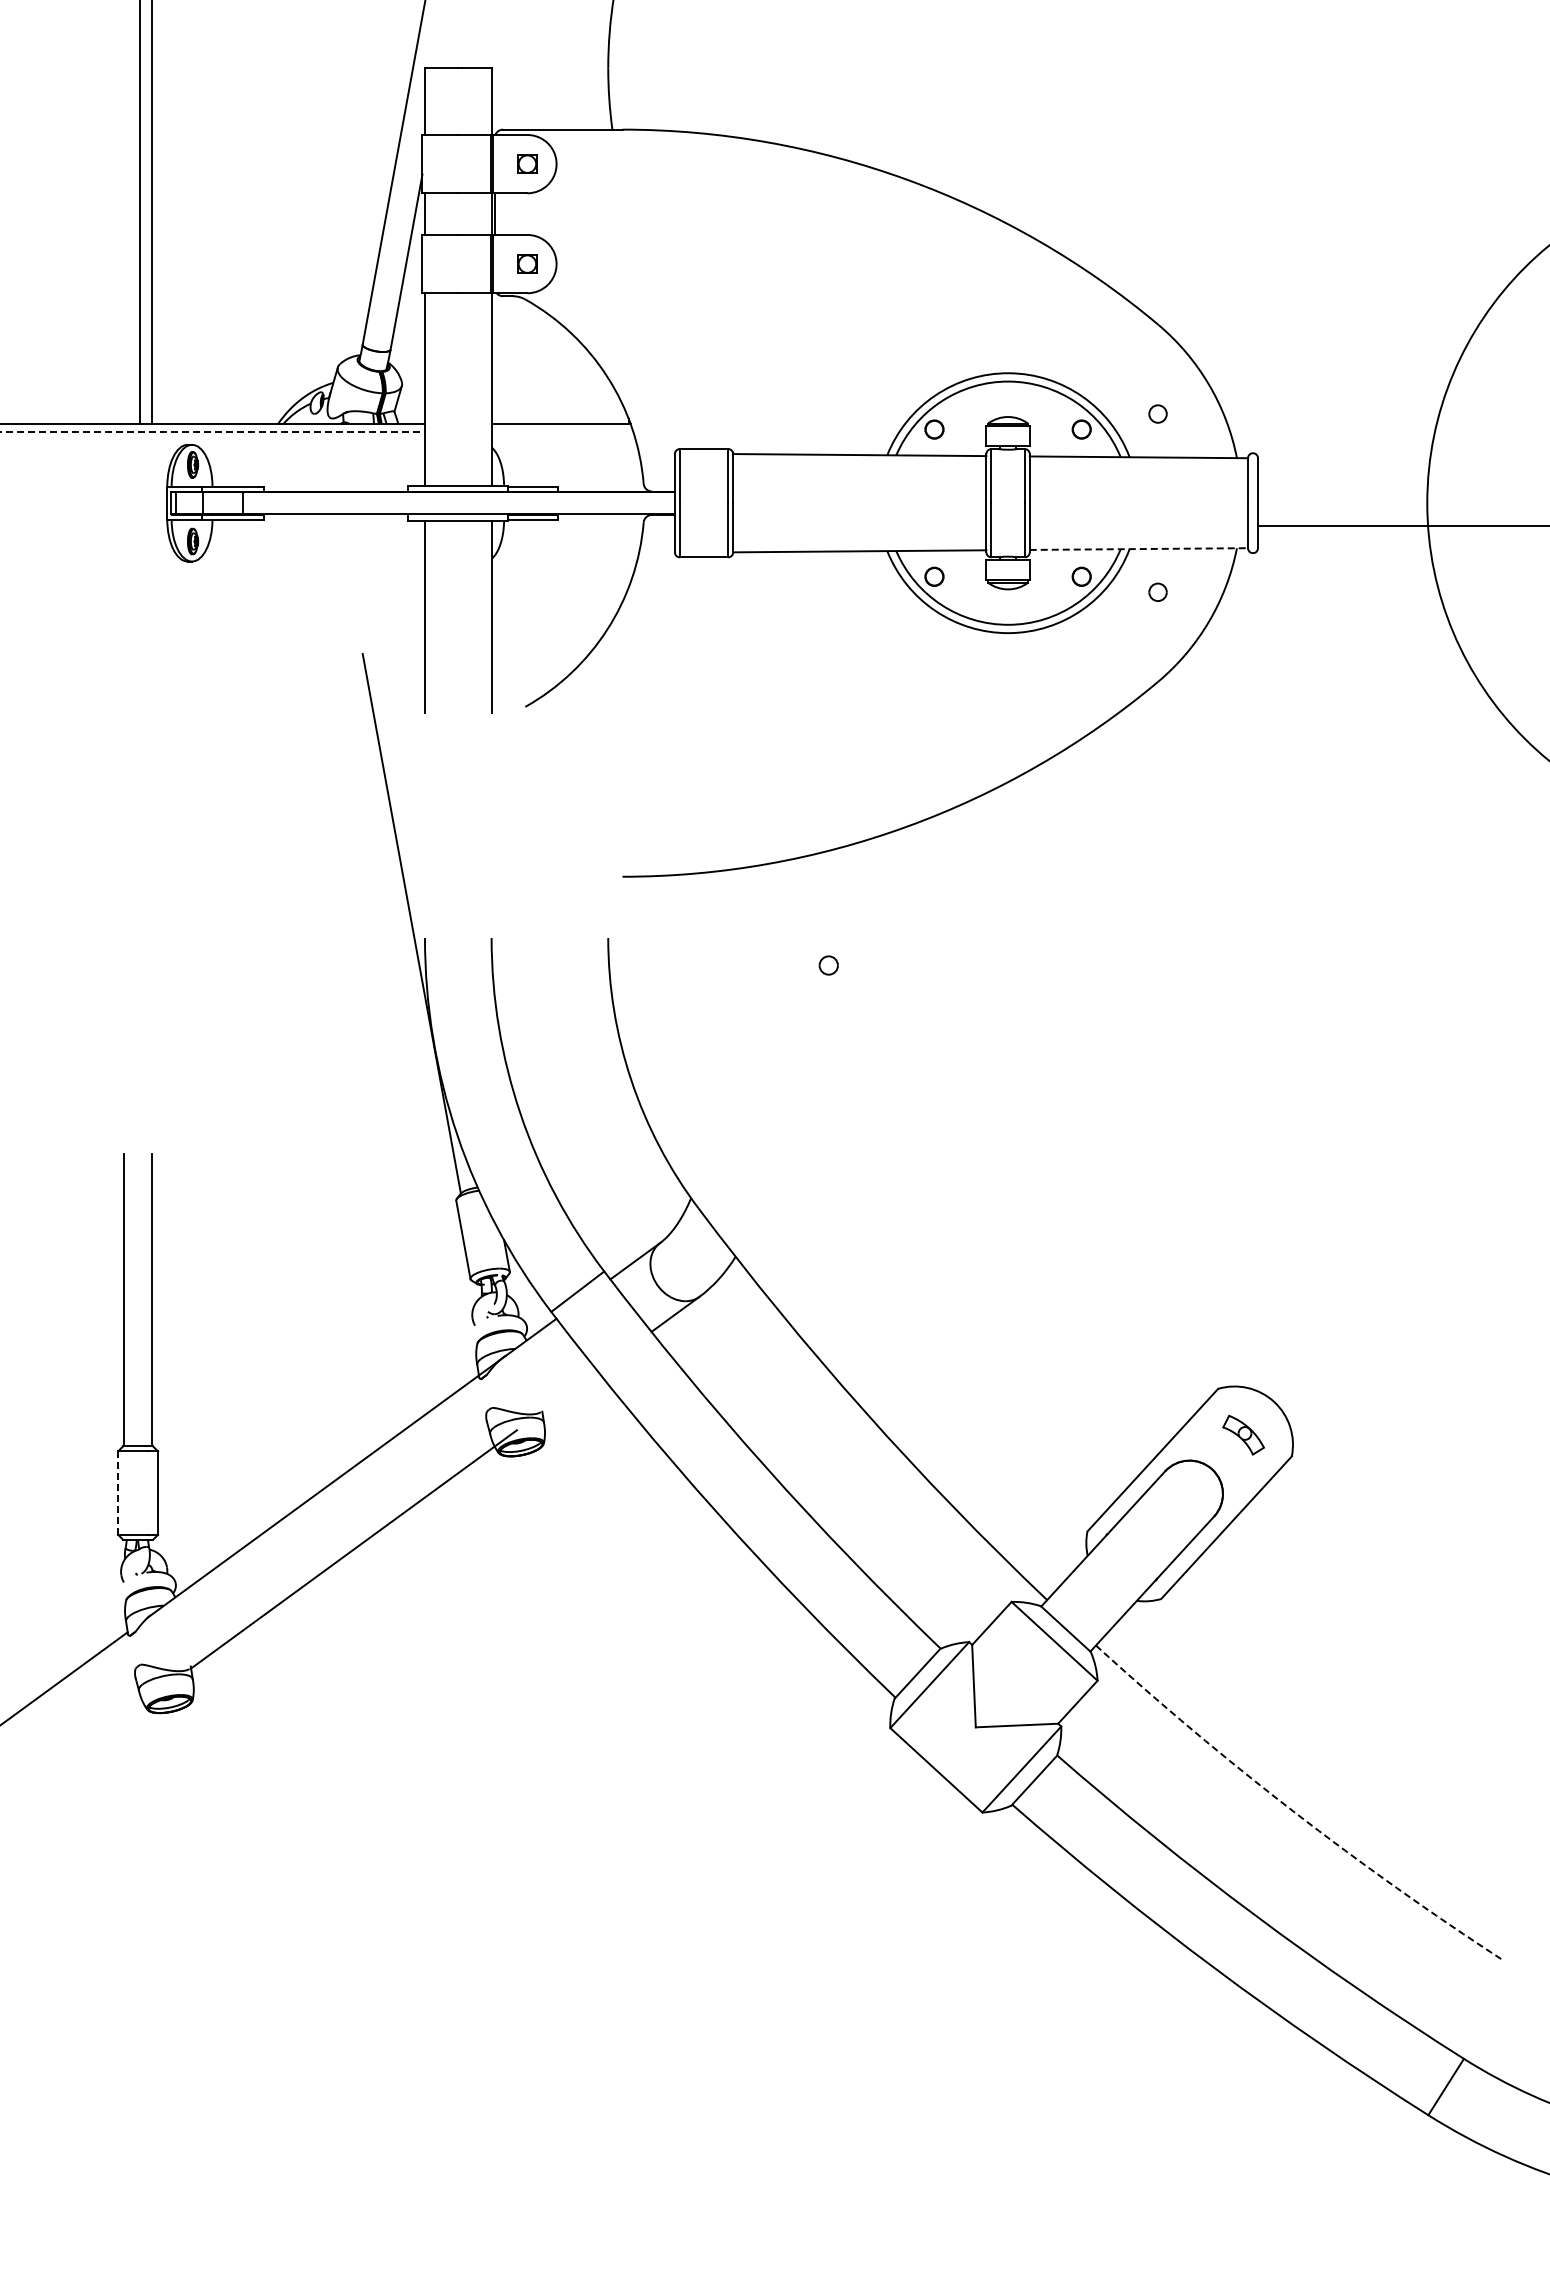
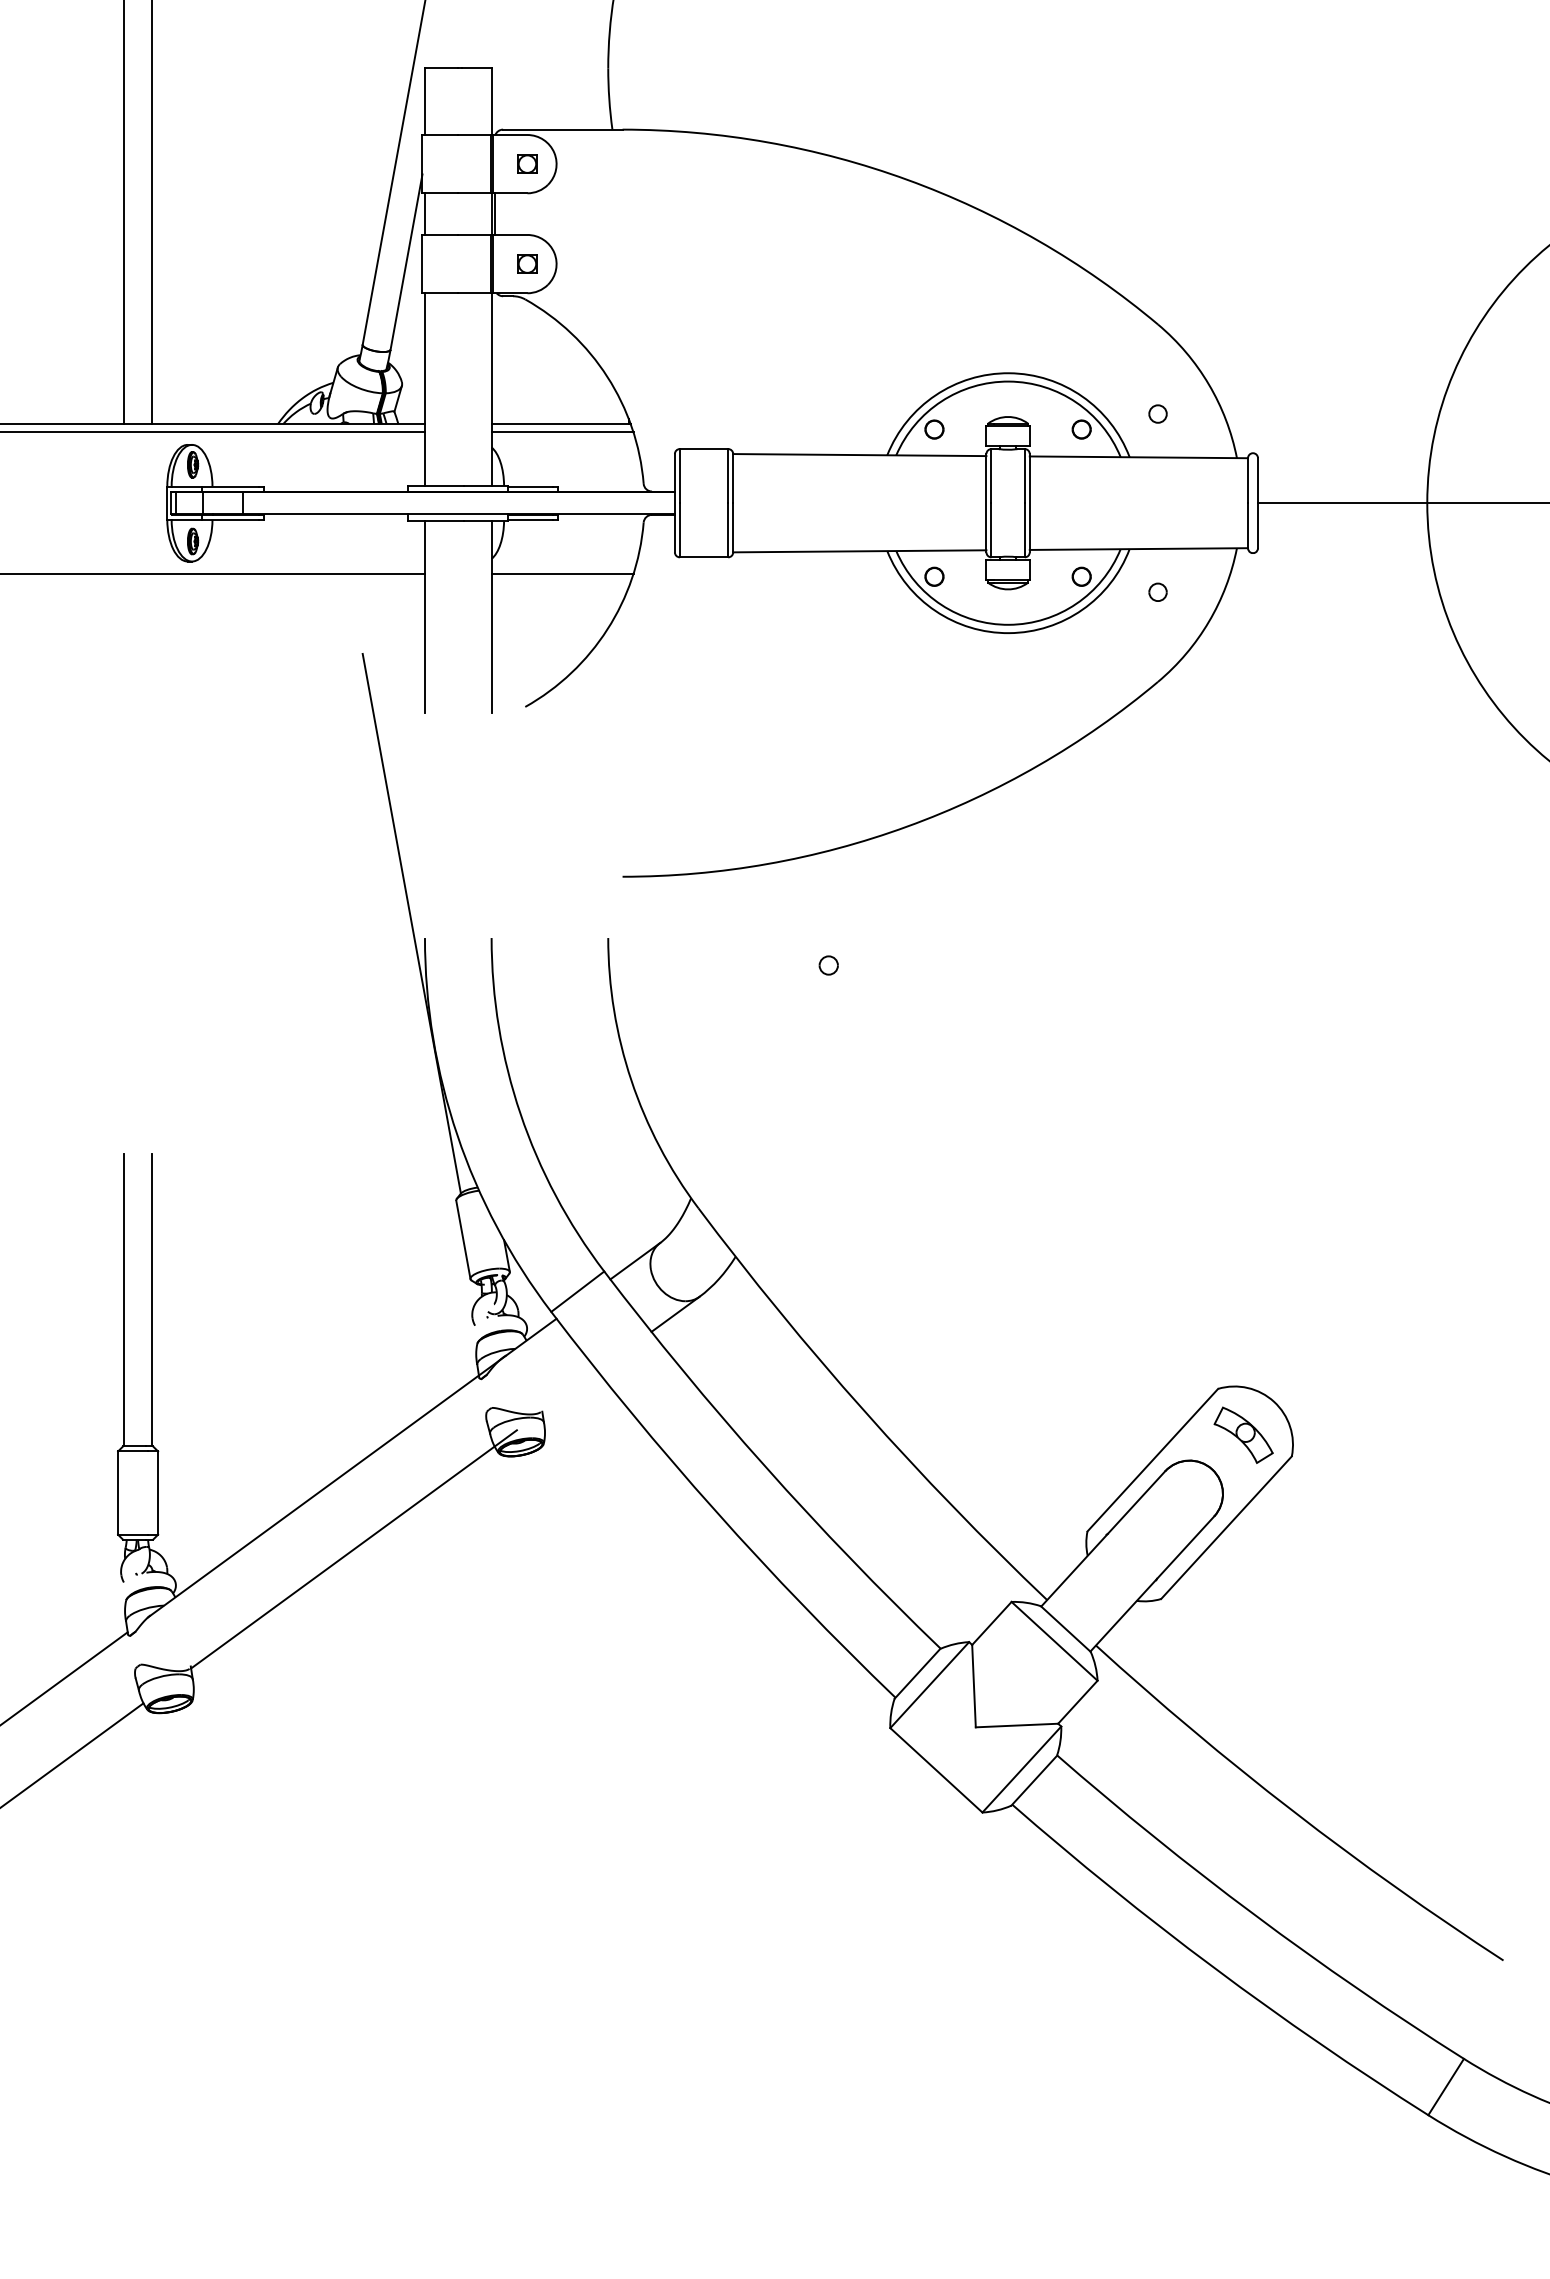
line at (139, 213) position: (139, 213) -> (123, 213)
line at (213, 432): dashed -> solid
line at (562, 432): none -> present
line at (1402, 526) position: (1402, 526) -> (1402, 503)
line at (1139, 549): dashed -> solid
line at (213, 574): none -> present
line at (562, 574): none -> present
part at (1243, 1434) size: 43x42 px -> 61x58 px
line at (118, 1493): dashed -> solid
line at (72, 1754): none -> present
arc at (1293, 1811): dashed -> solid
